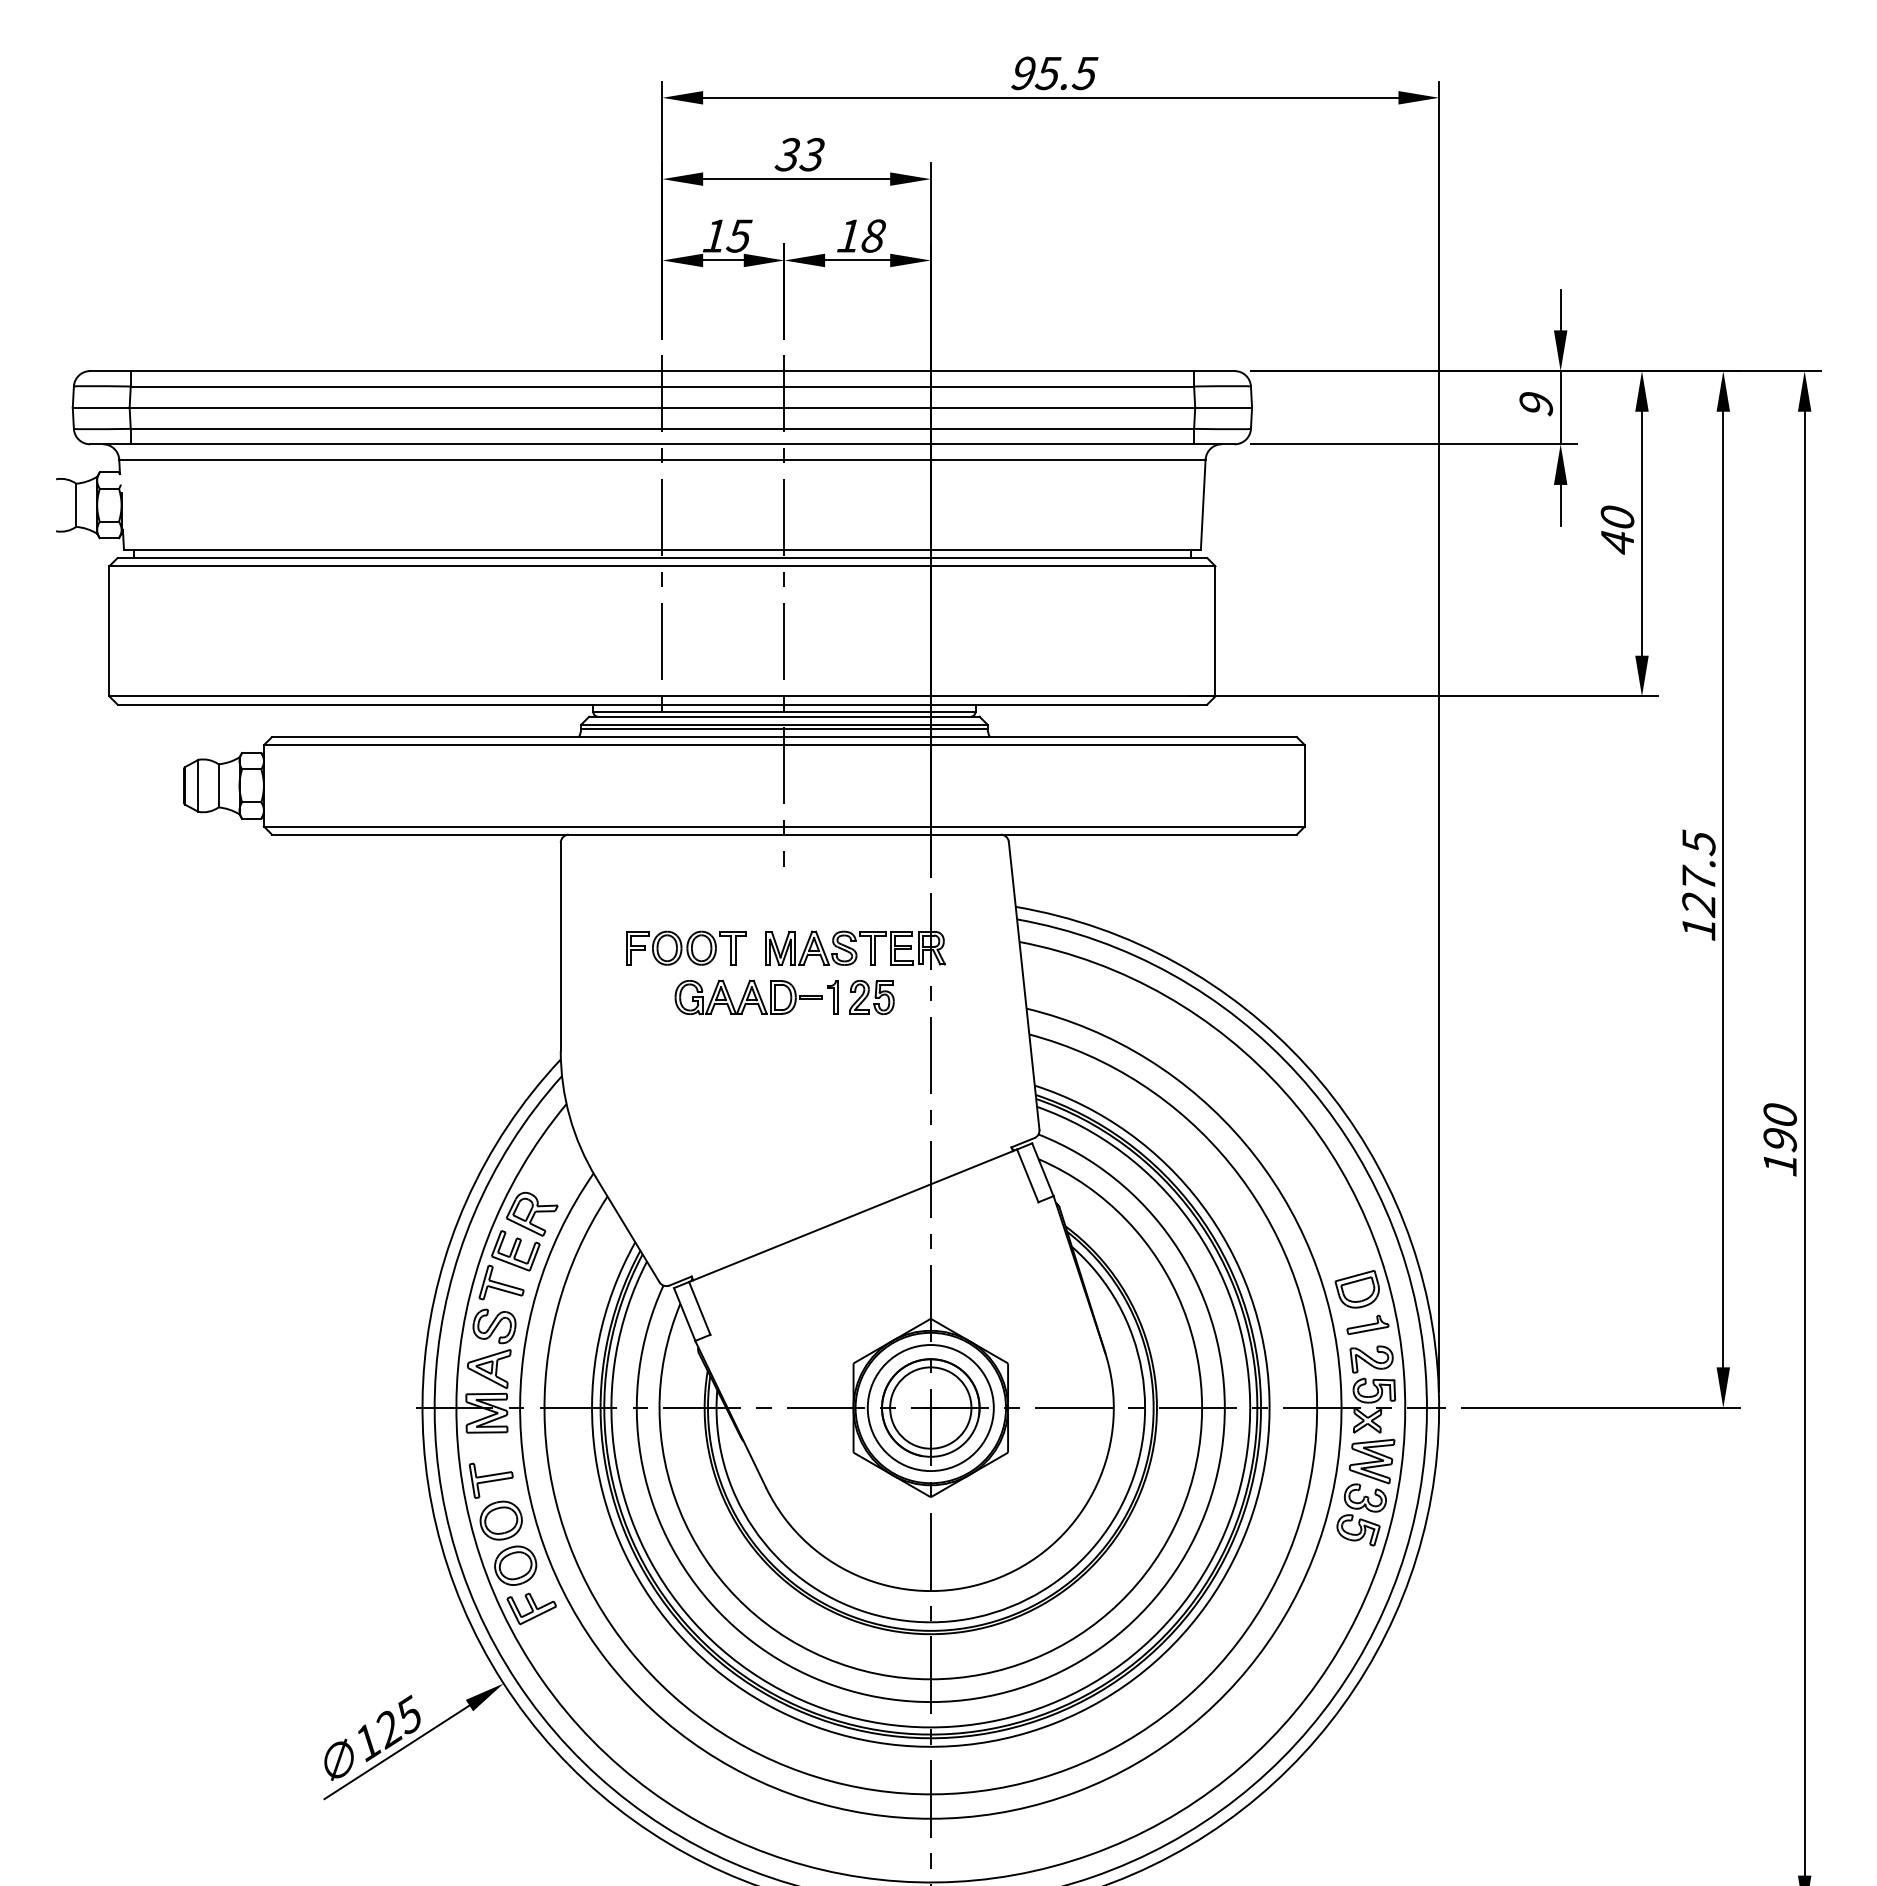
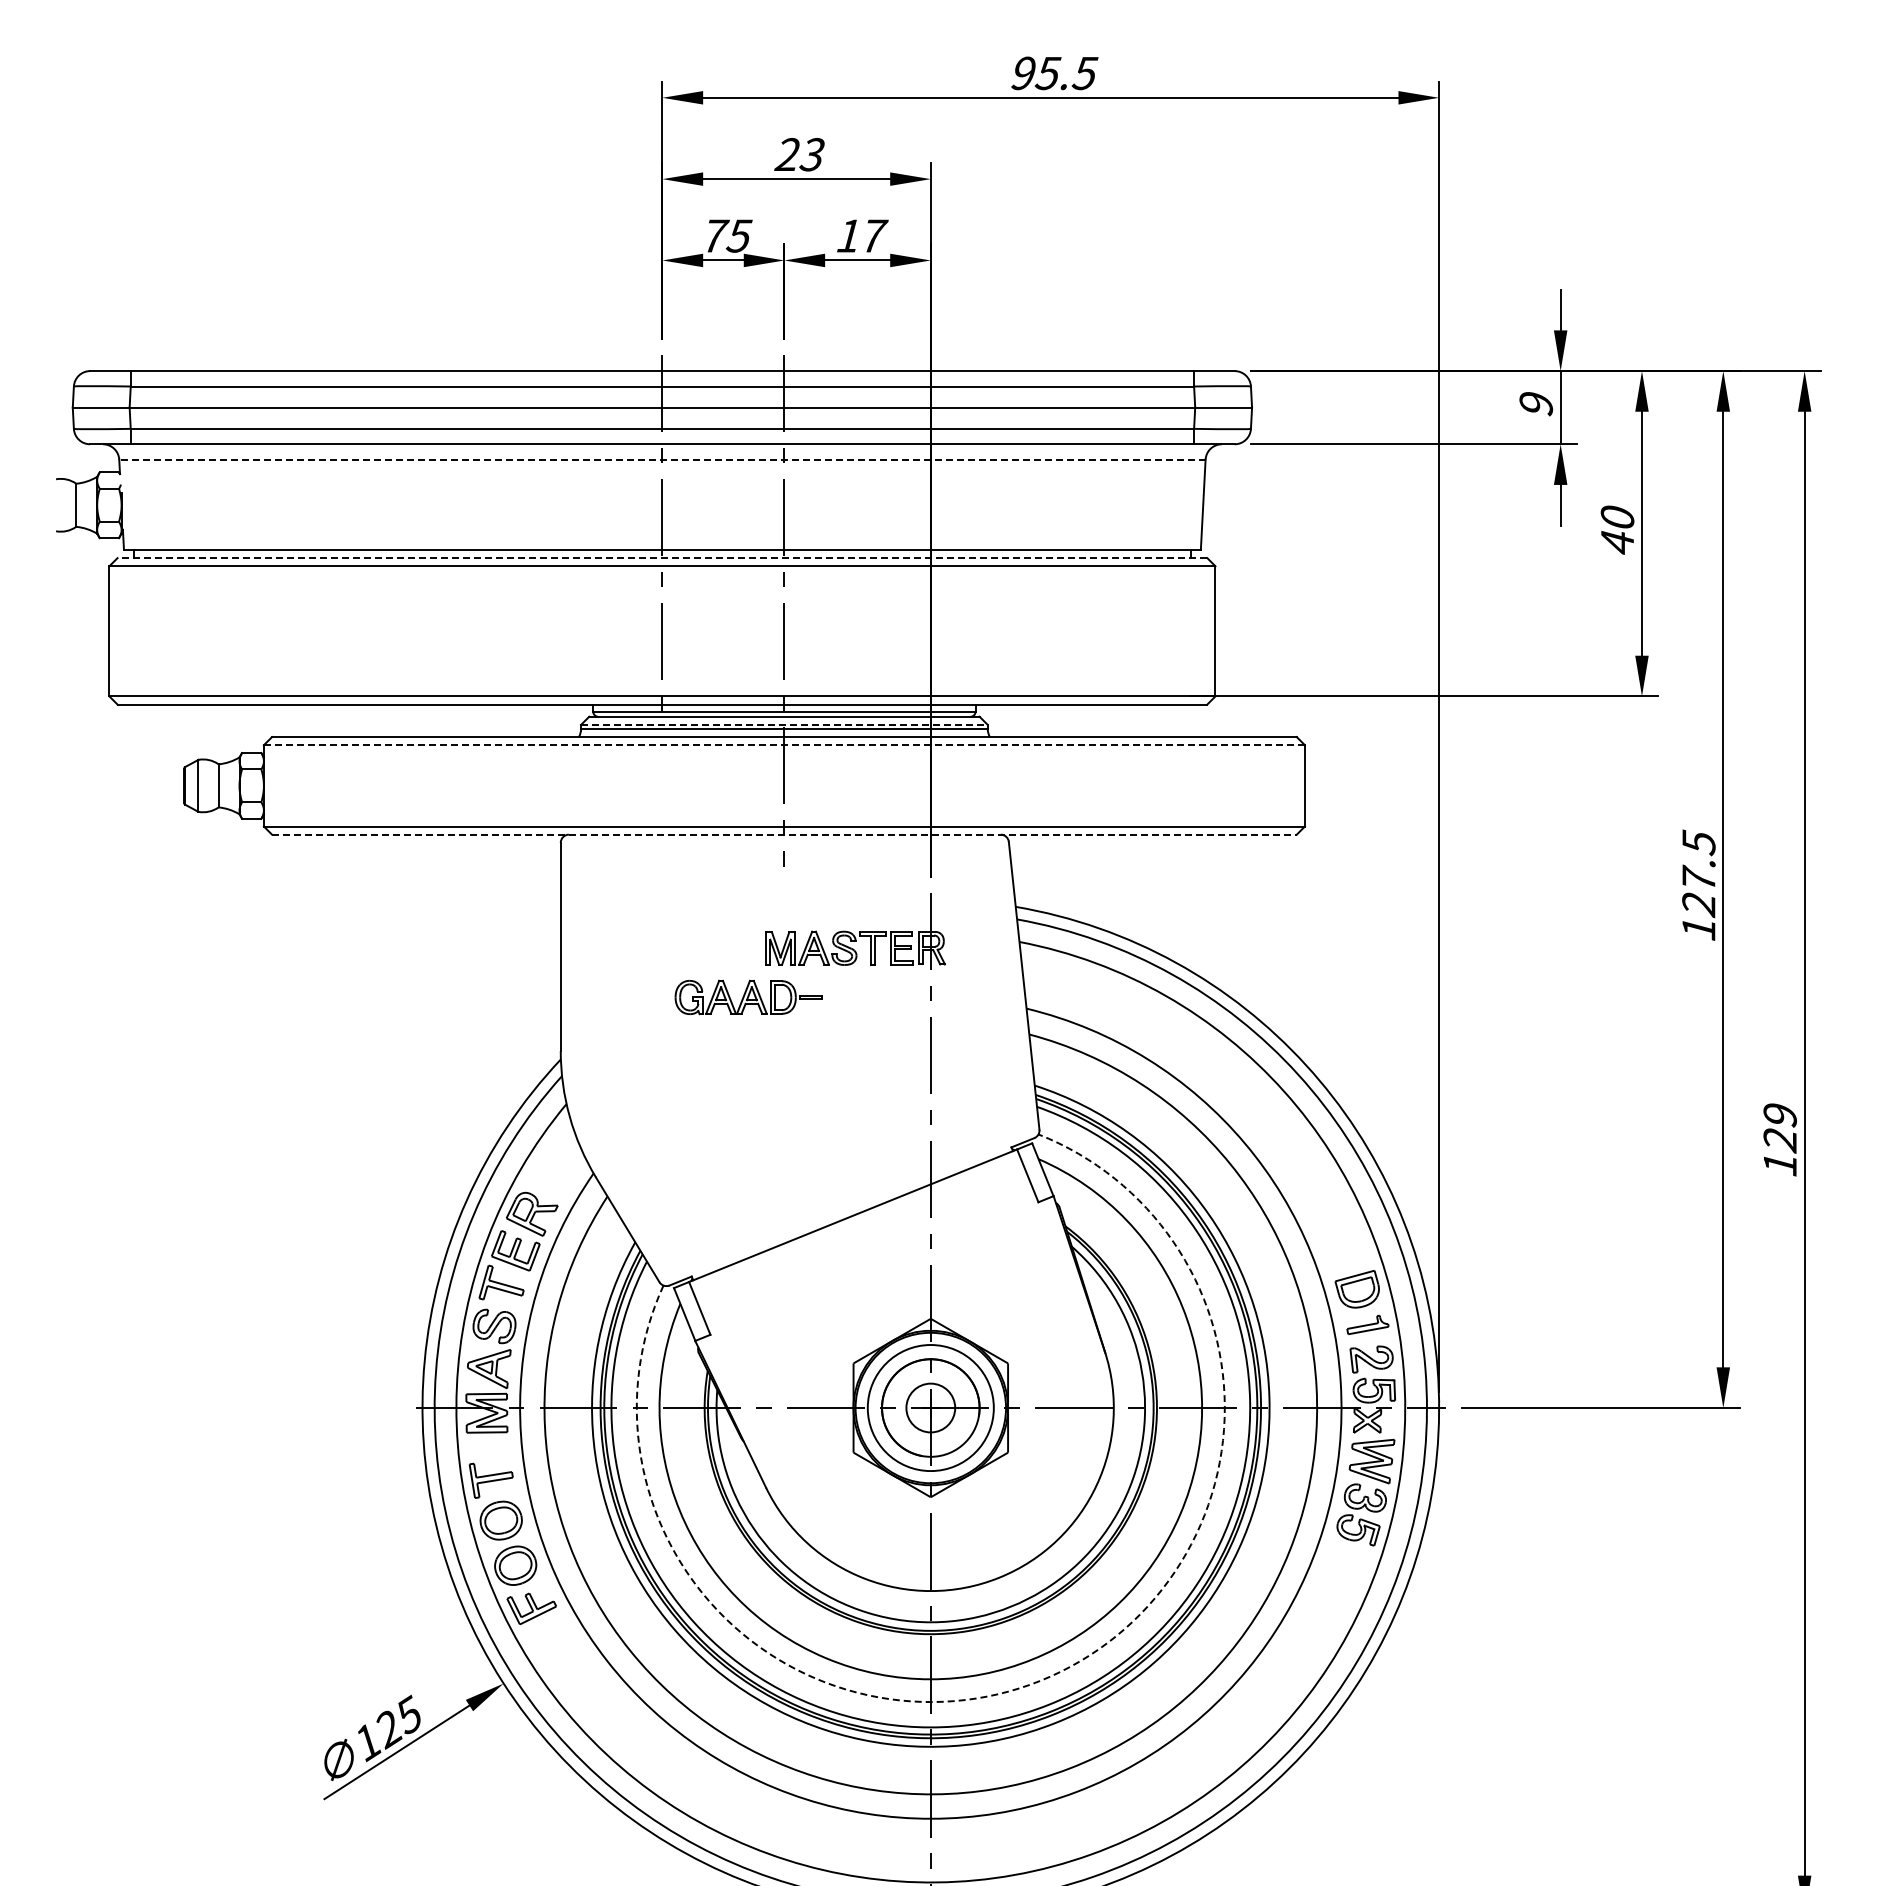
text at (786, 154): 33 -> 23
text at (716, 235): 15 -> 75
text at (874, 235): 18 -> 17
line at (661, 459): solid -> dashed
line at (662, 558): solid -> dashed
line at (784, 724): solid -> dashed
line at (784, 745): solid -> dashed
line at (784, 834): solid -> dashed
part at (686, 947): present -> none
part at (832, 997): present -> none
part at (871, 997): present -> none
text at (1779, 1128): 190 -> 129
circle at (930, 1407) diameter: 81 px -> 49 px
arc at (1040, 1680): solid -> dashed
